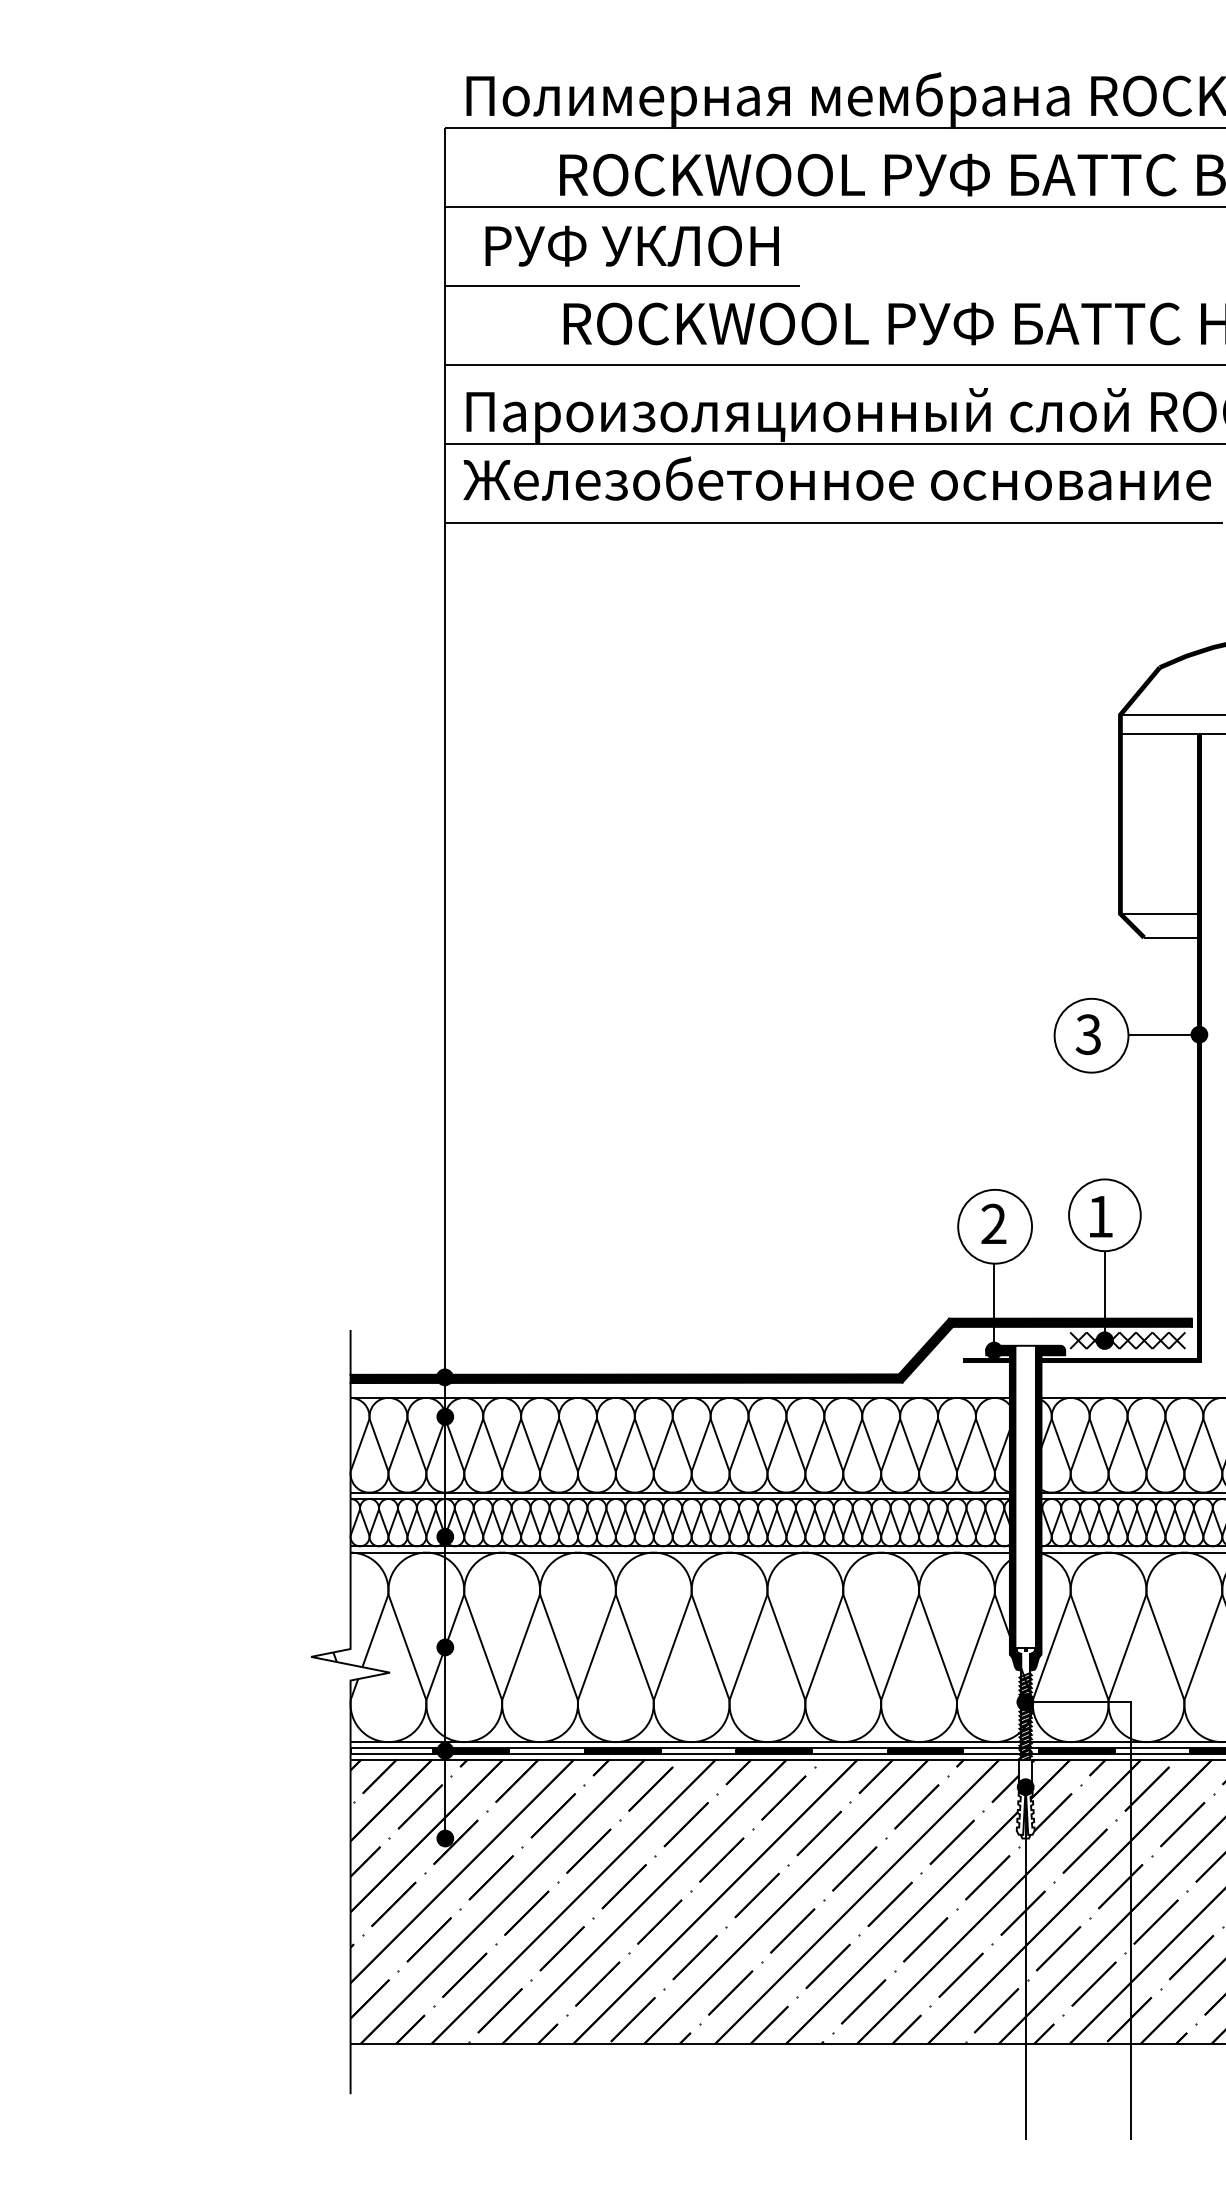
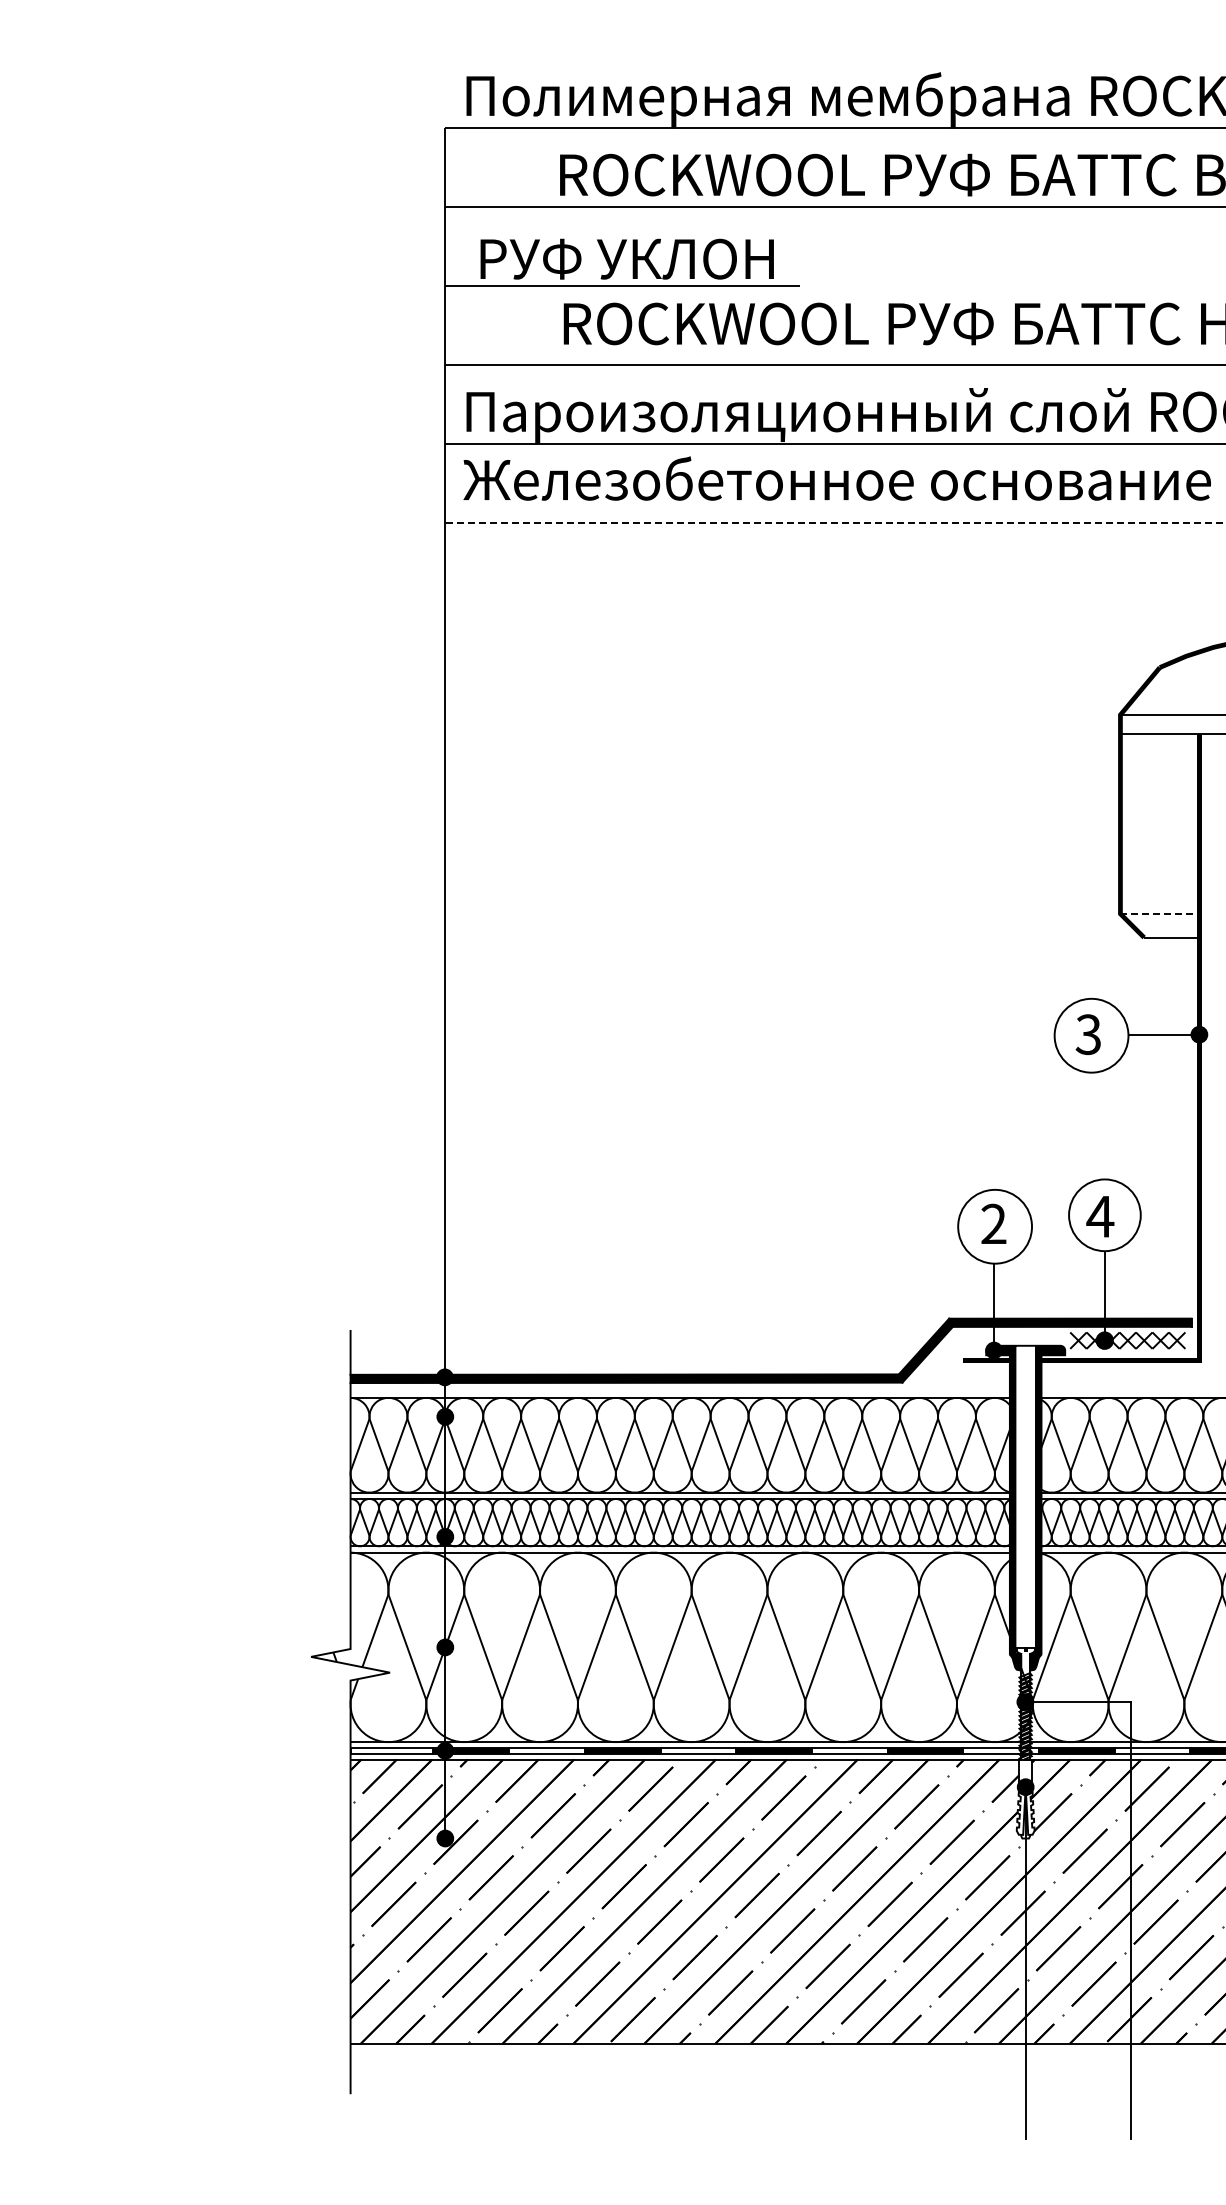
text at (631, 245) position: (631, 245) -> (626, 258)
line at (834, 523): solid -> dashed
line at (1160, 913): solid -> dashed
text at (1100, 1216): 1 -> 4
